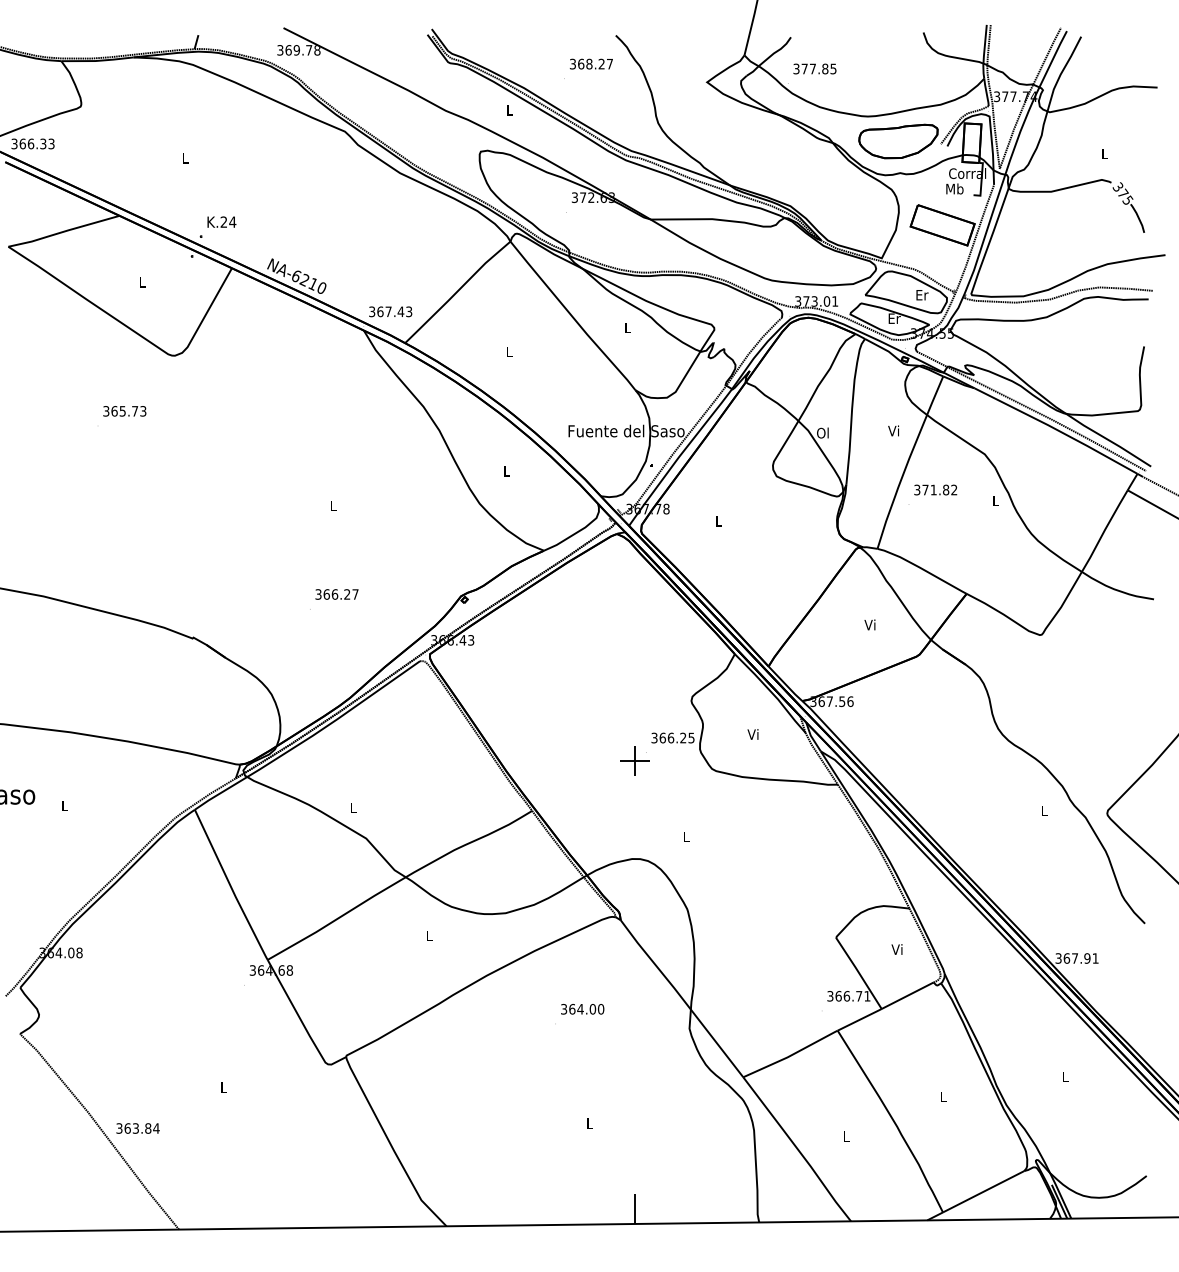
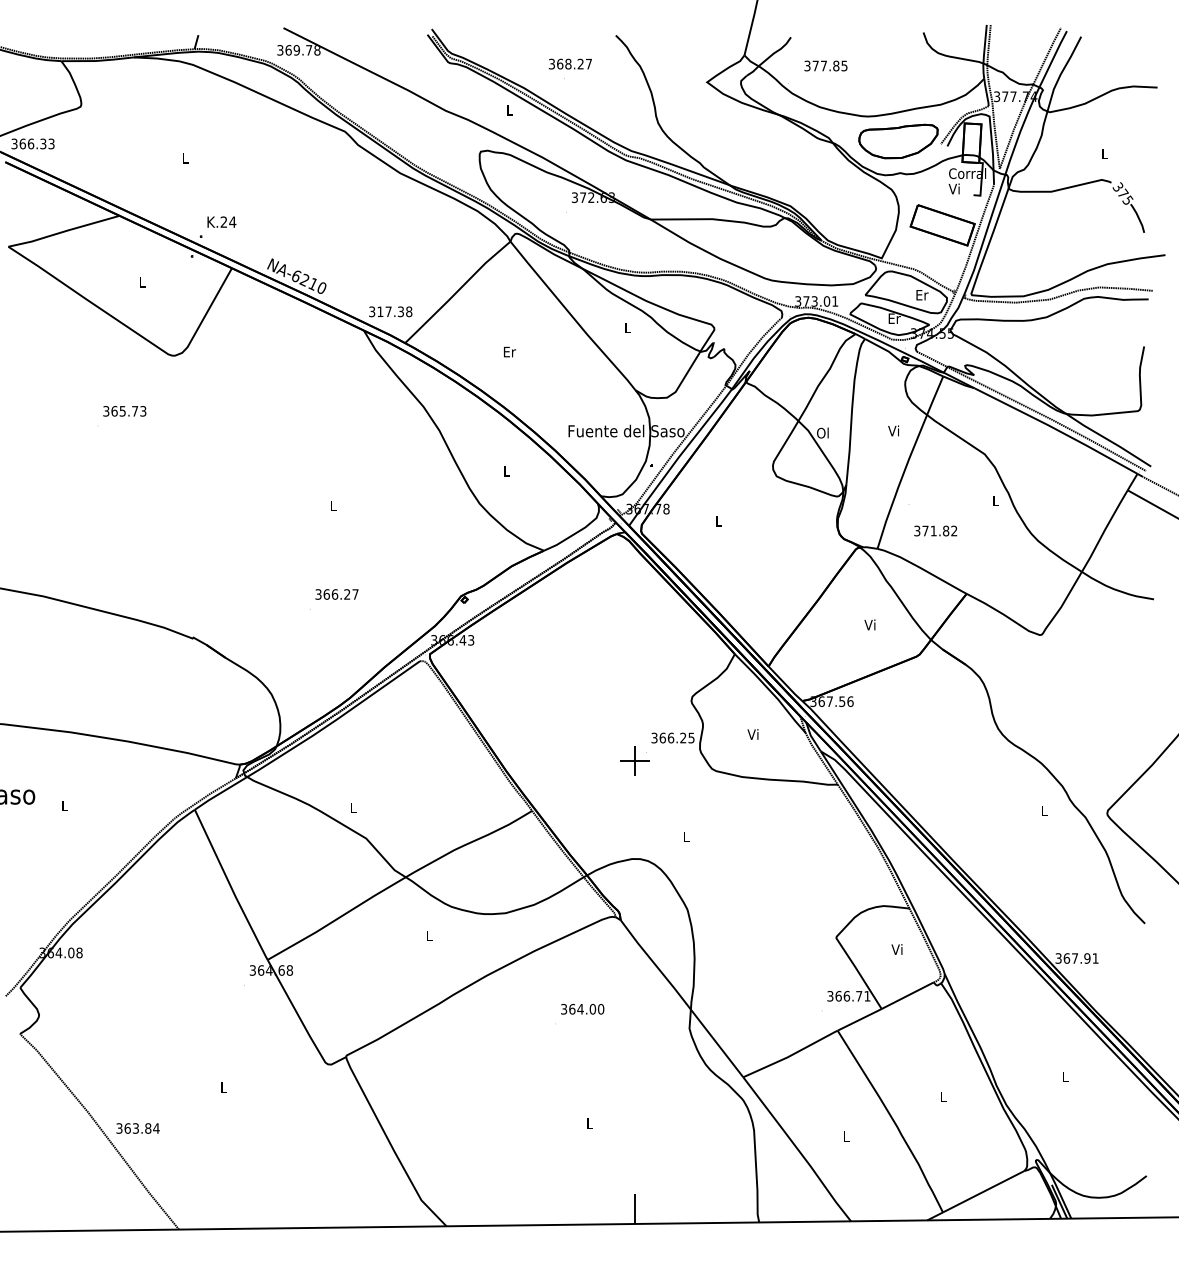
text at (590, 63) position: (590, 63) -> (569, 63)
text at (814, 68) position: (814, 68) -> (825, 65)
text at (954, 188): Mb -> Vi
text at (394, 311): 367.43 -> 317.38
text at (509, 351): L -> Er
text at (935, 489) position: (935, 489) -> (935, 530)
